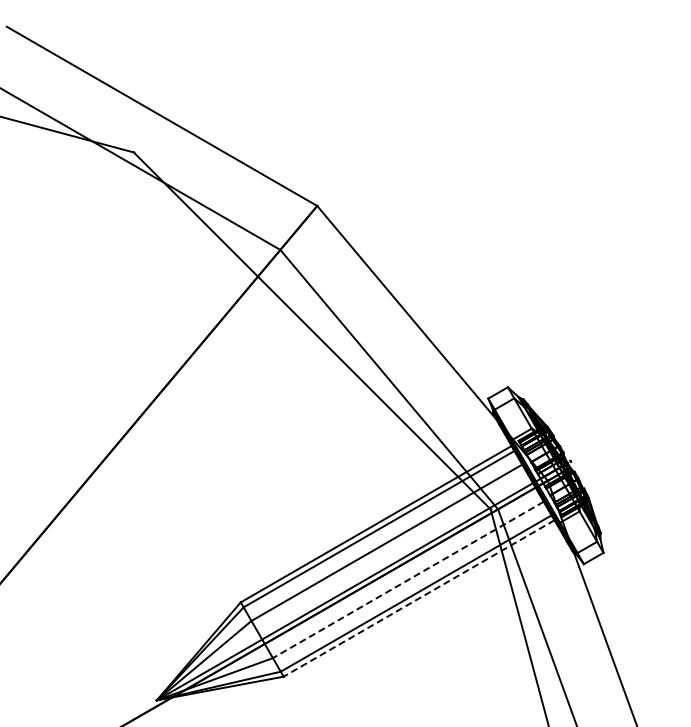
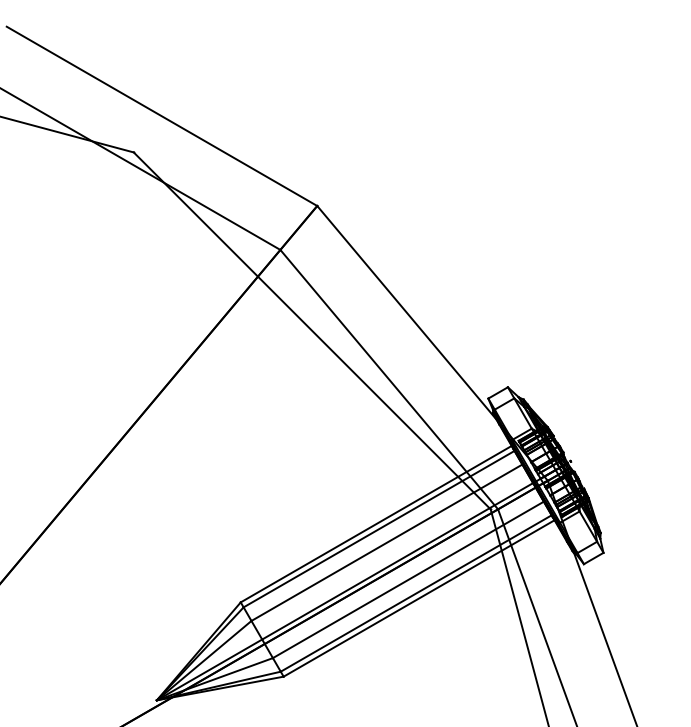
line at (407, 580): dashed -> solid
line at (418, 598): dashed -> solid
